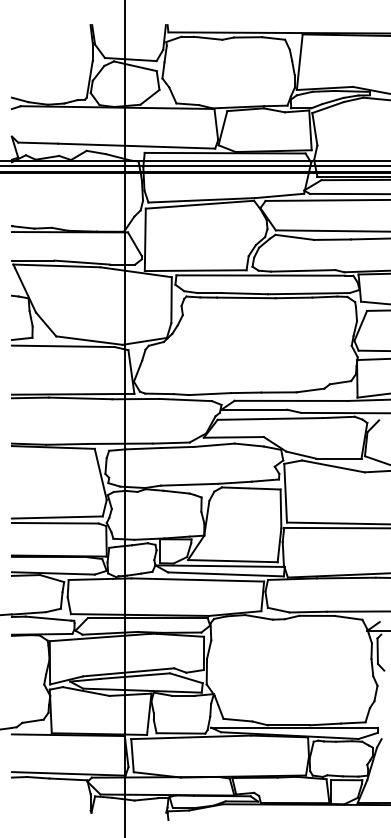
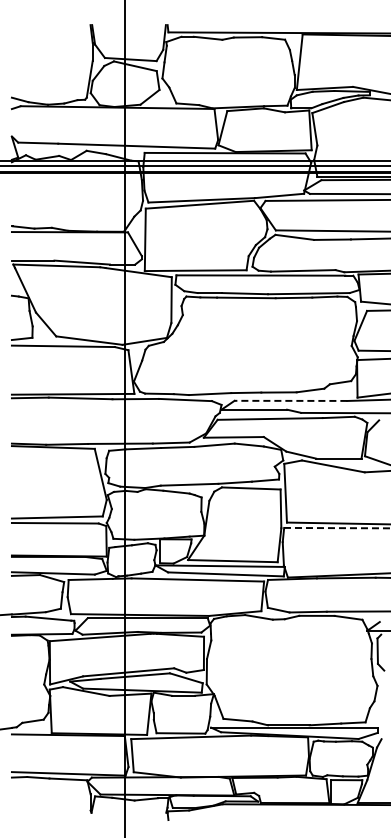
line at (290, 400): solid -> dashed
line at (337, 528): solid -> dashed
